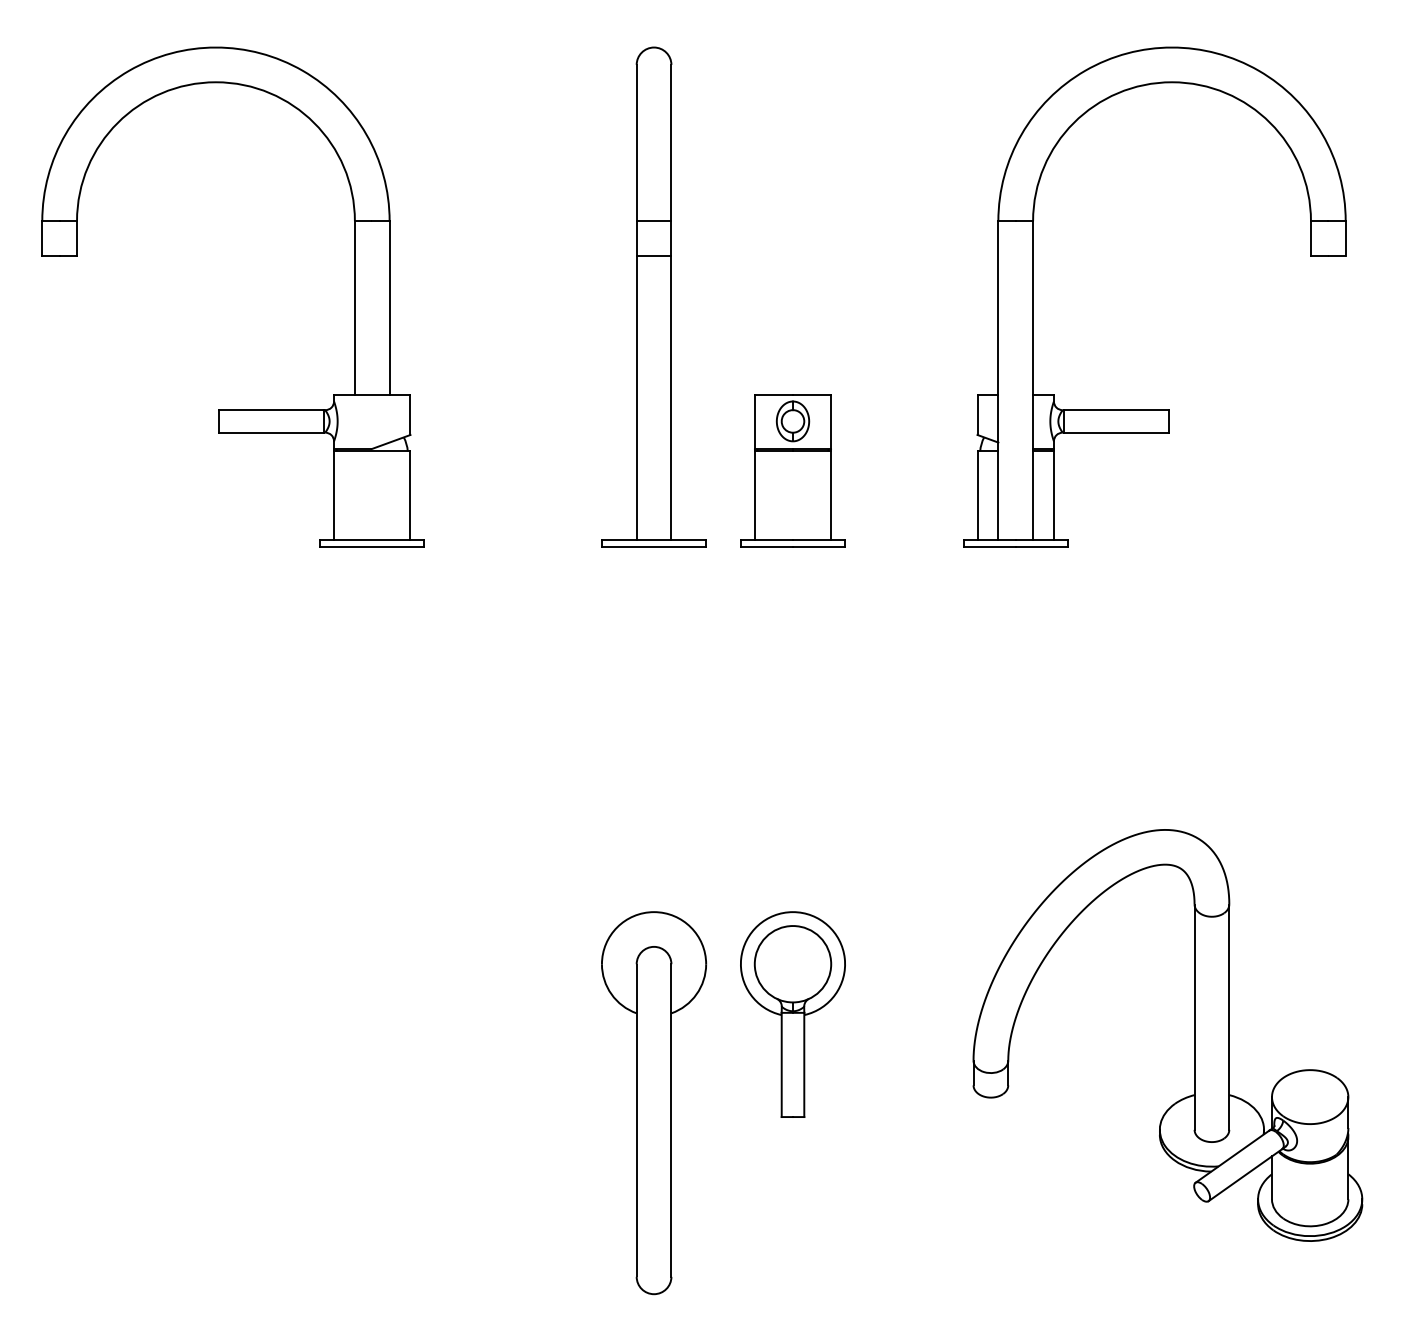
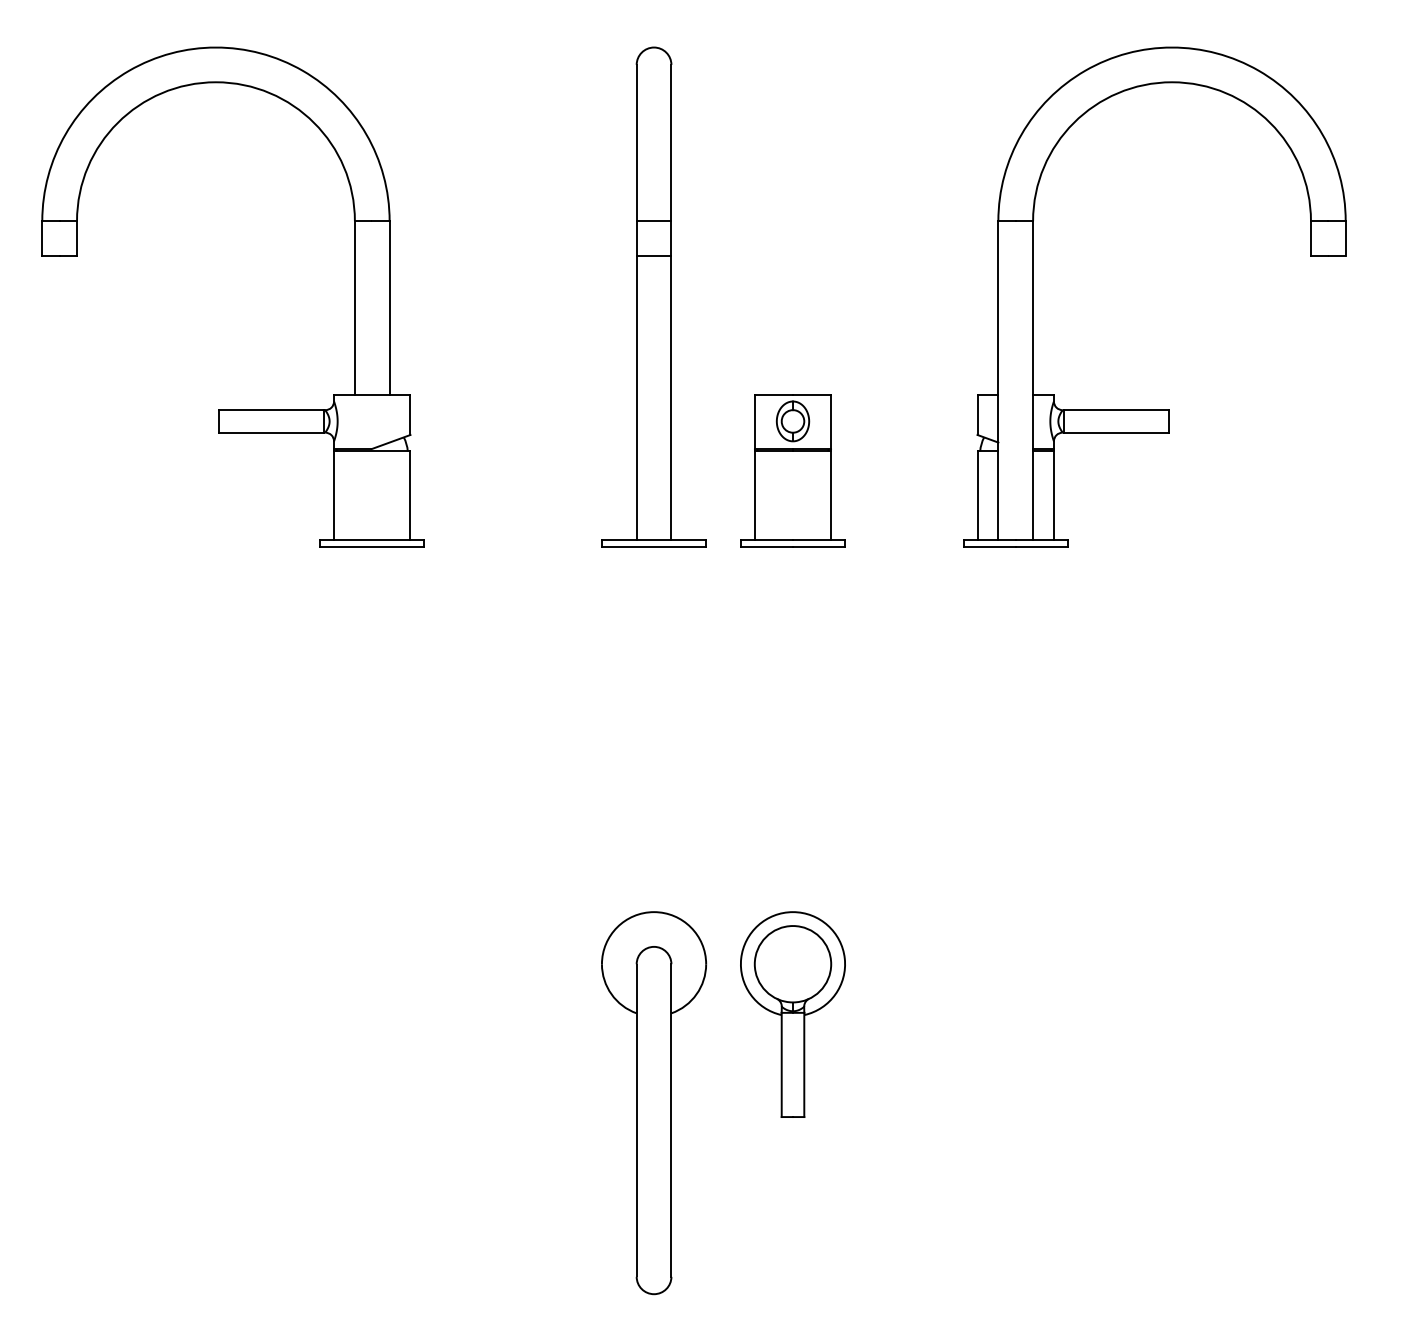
part at (1194, 1035): present -> none
